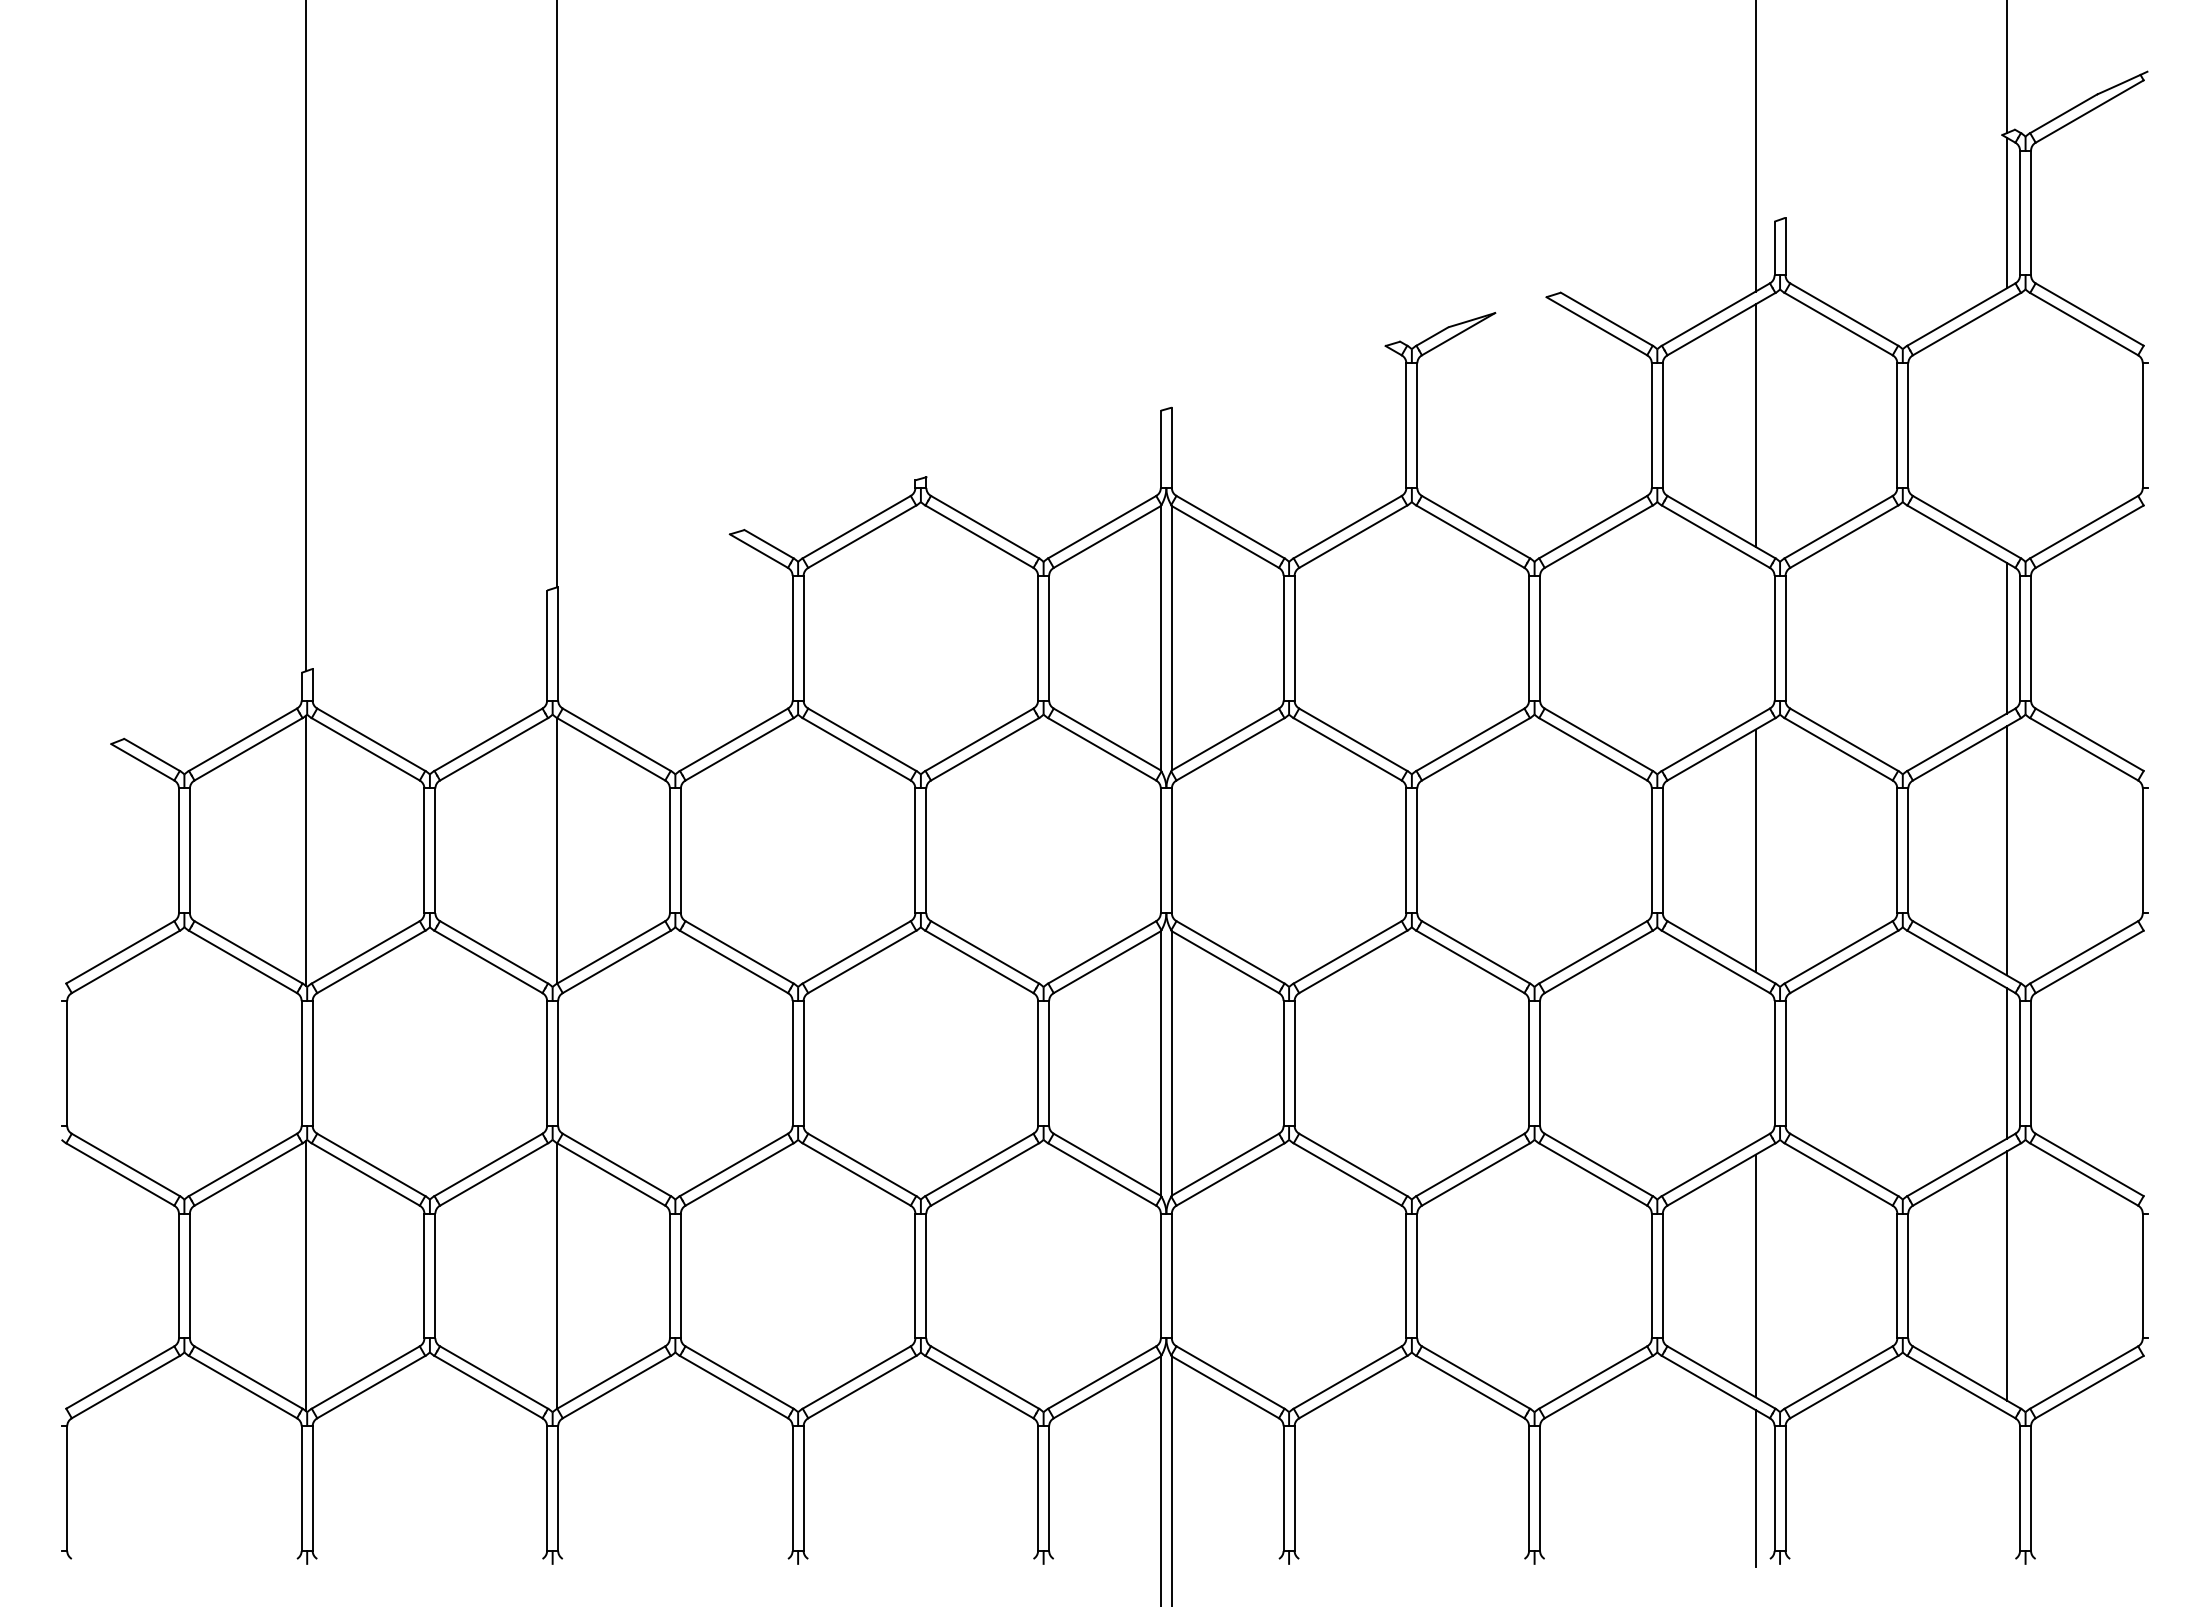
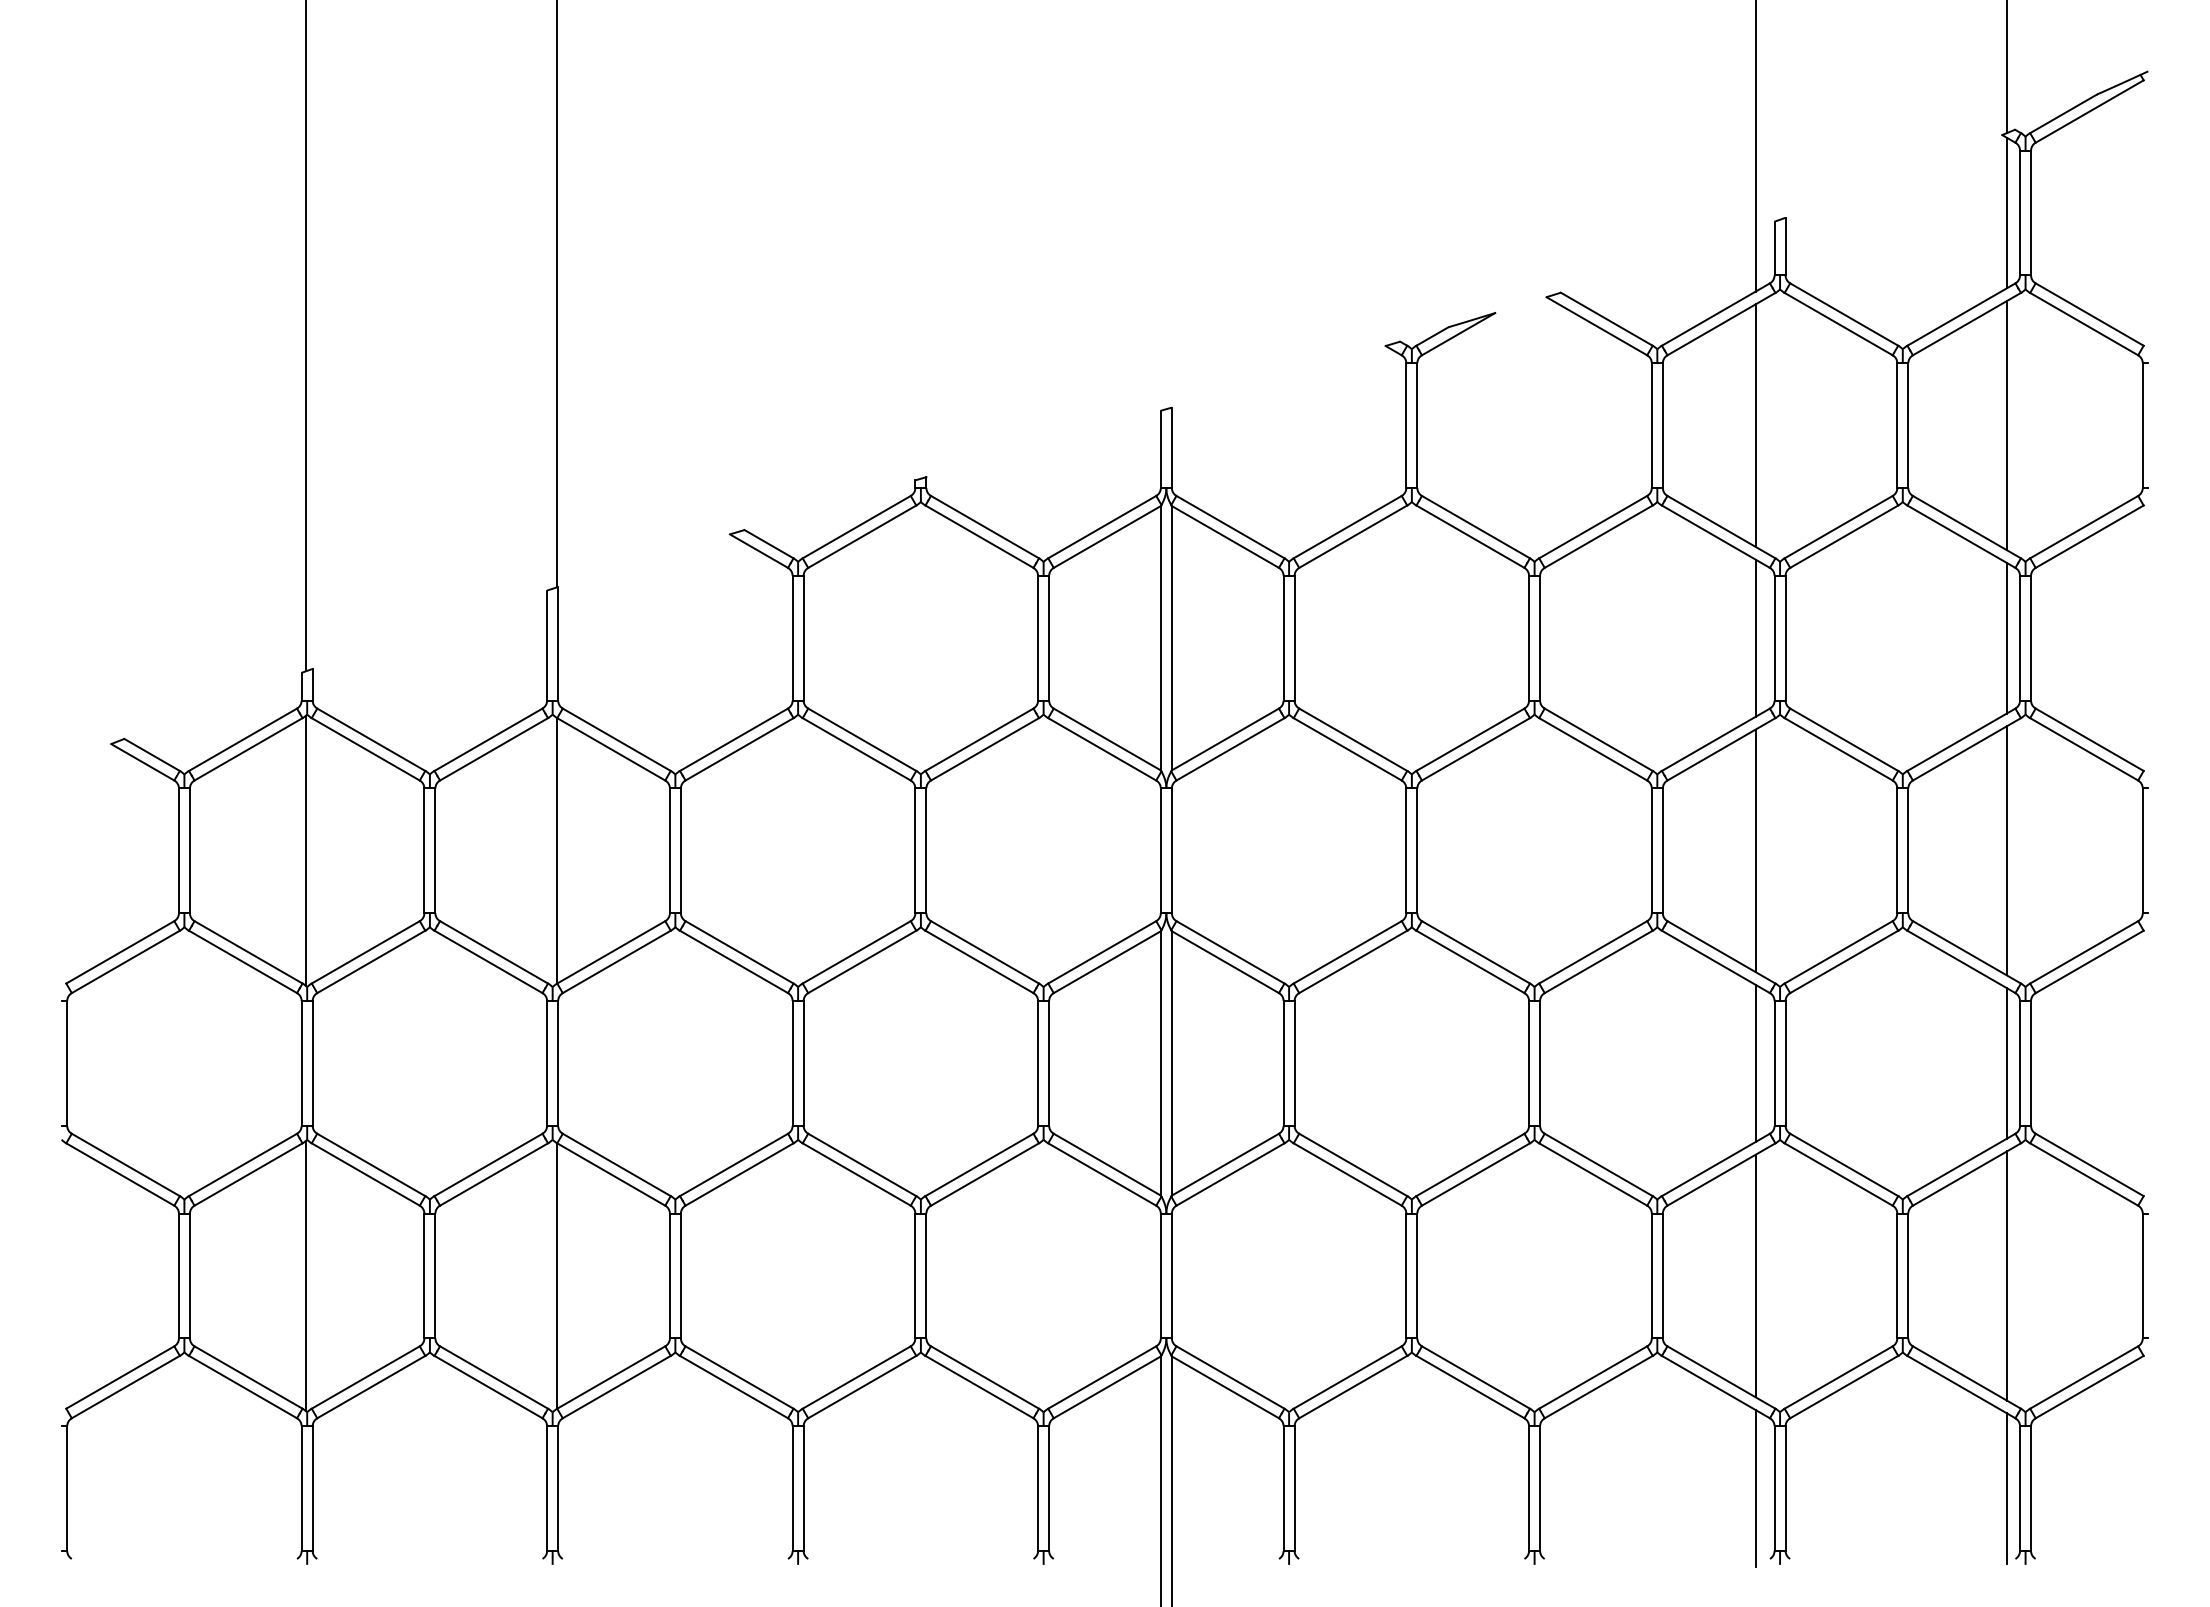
line at (2006, 425): none -> present
line at (1755, 637): none -> present
line at (1755, 1063): none -> present
line at (2006, 1488): none -> present
